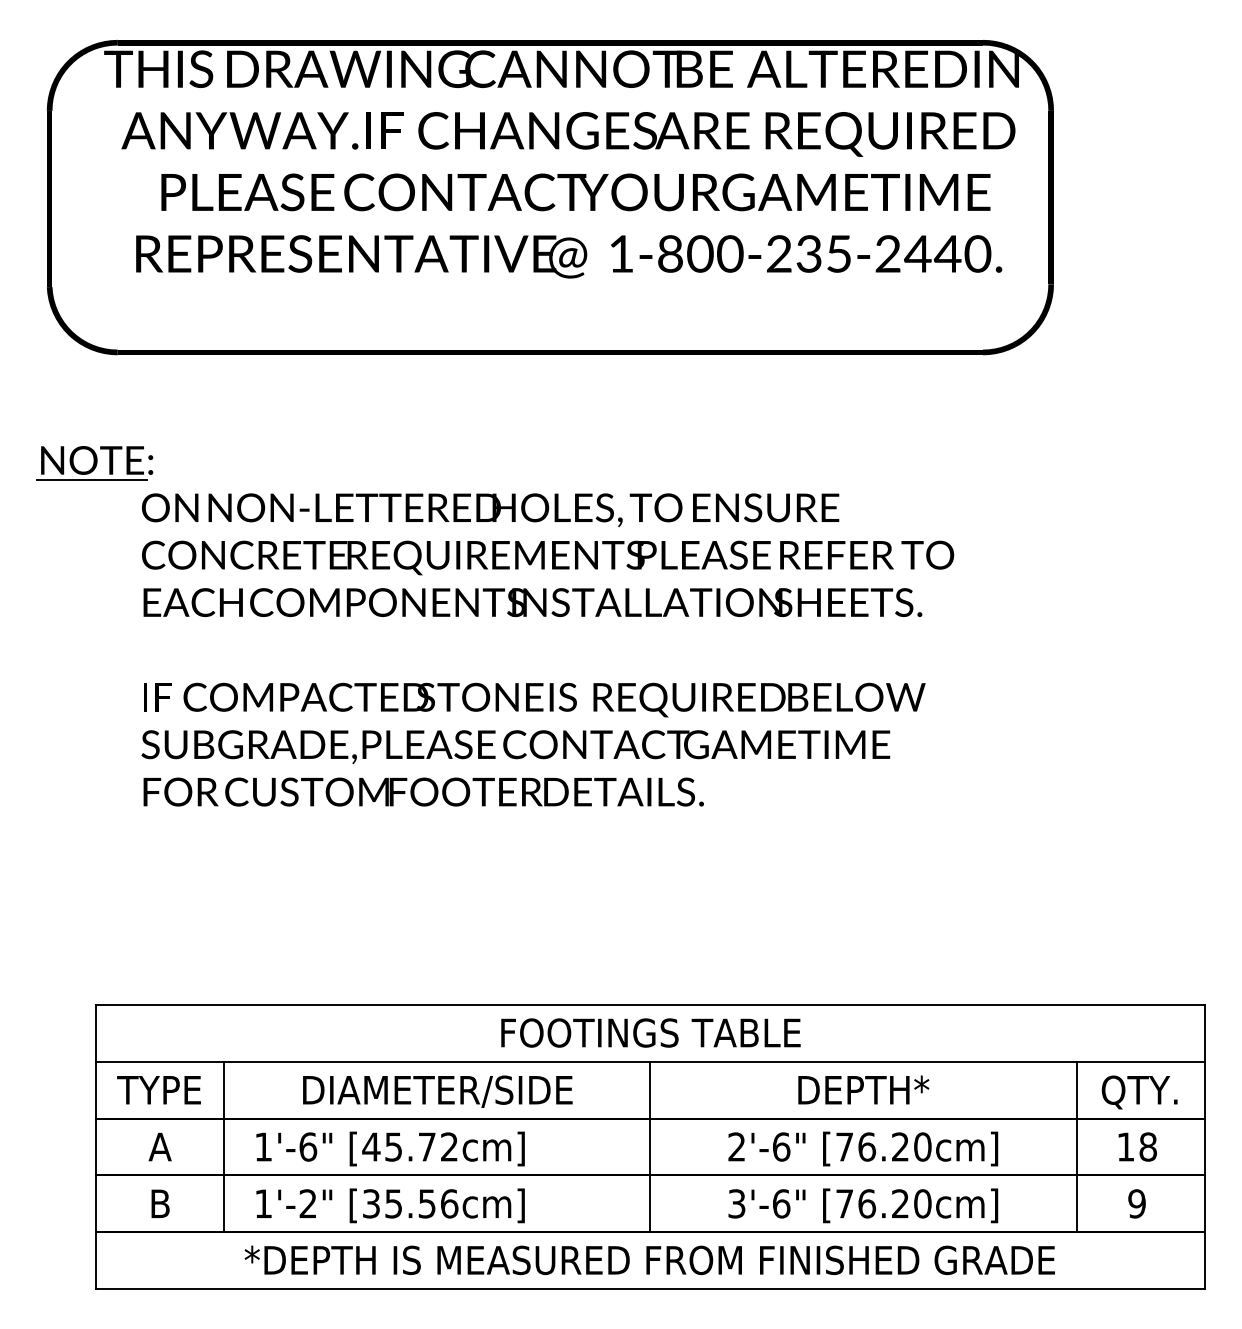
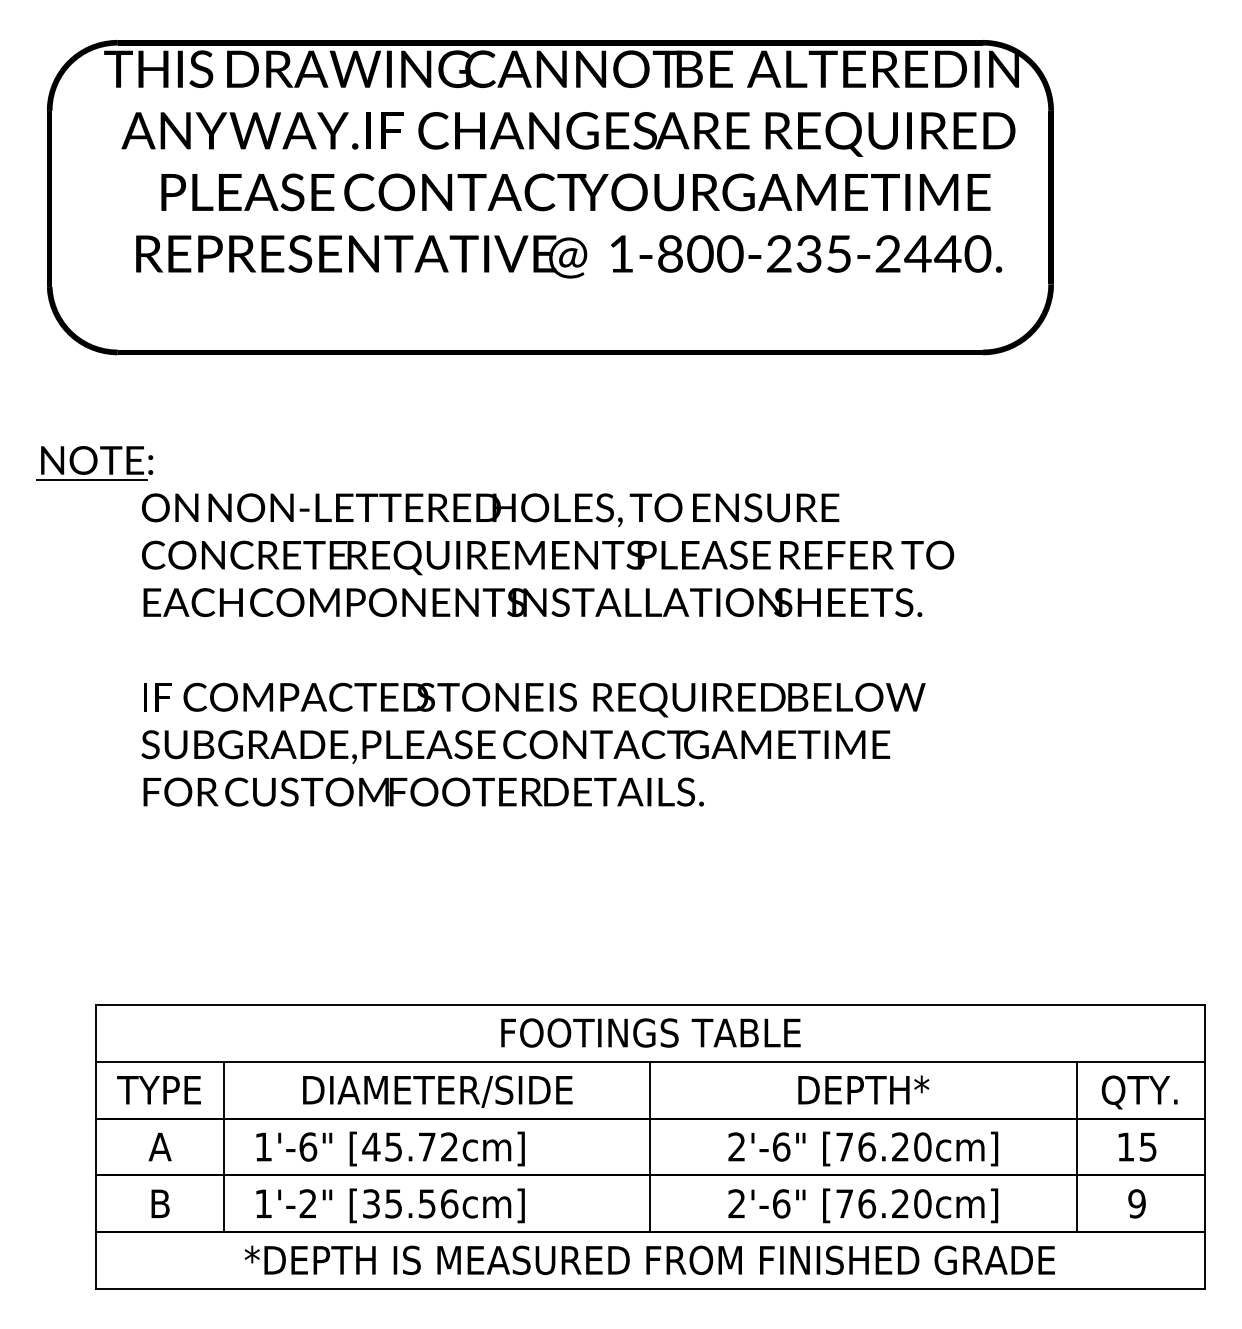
text at (1147, 1146): 18 -> 15
text at (736, 1203): 3'-6" -> 2'-6"
